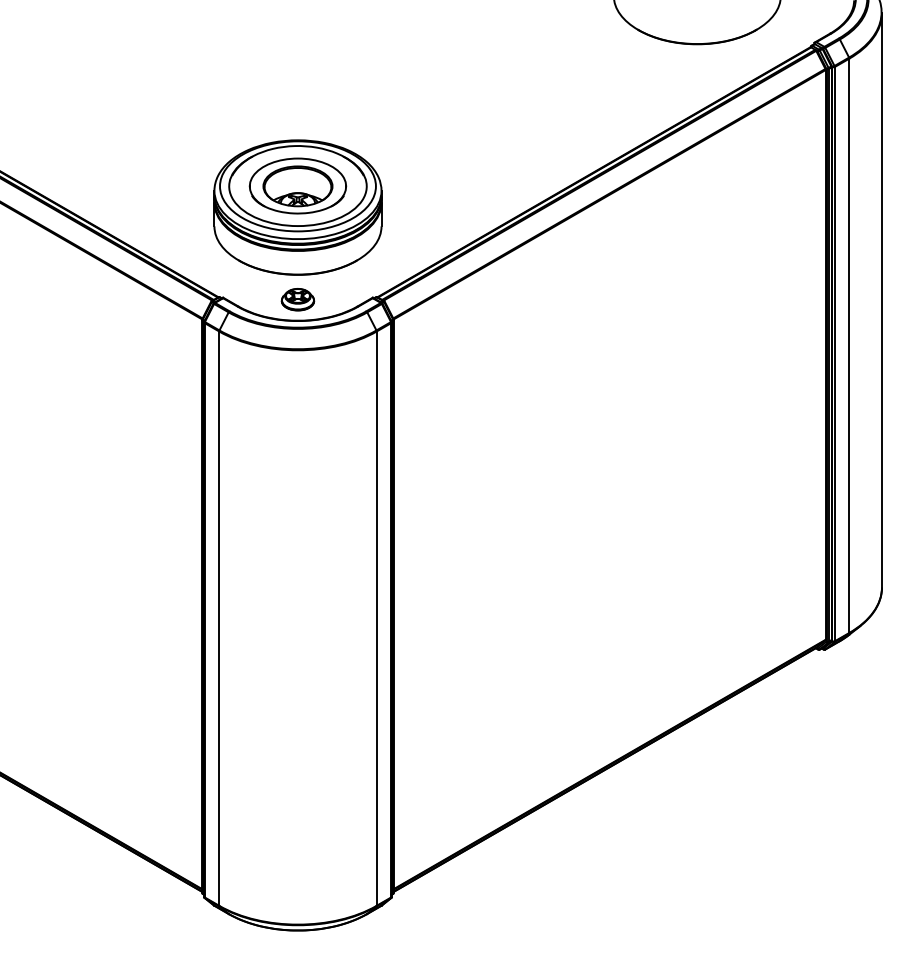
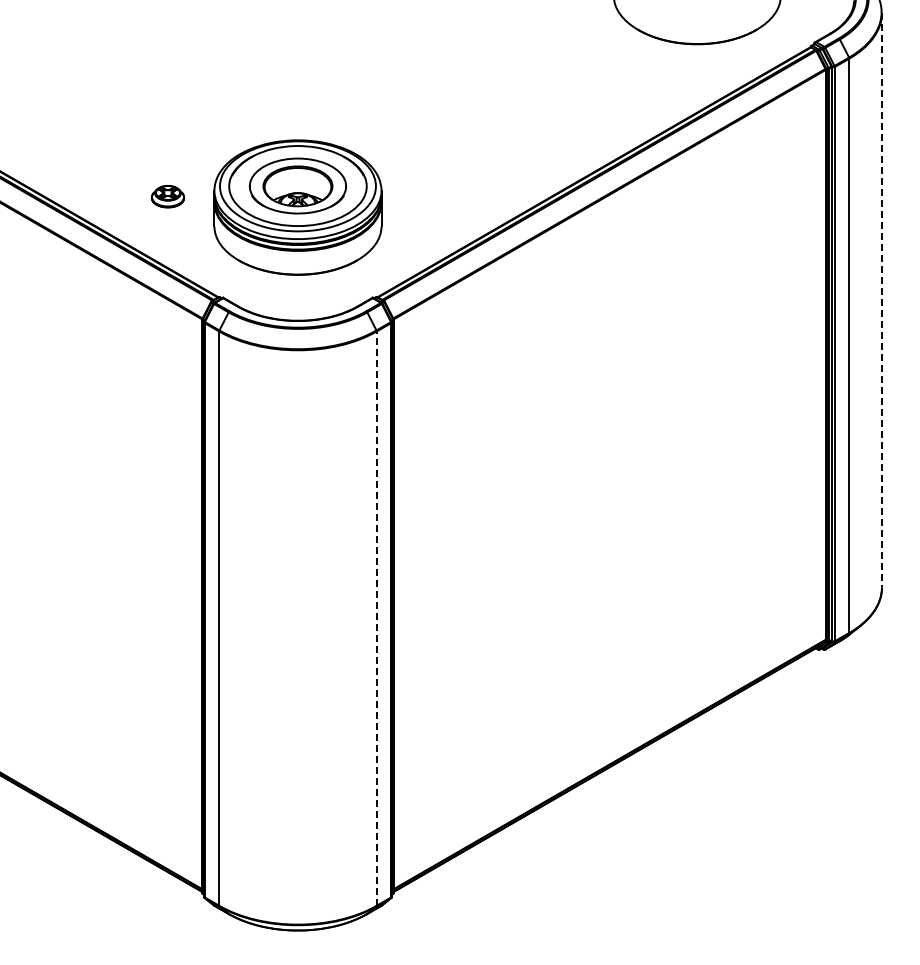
part at (297, 299) position: (297, 299) -> (167, 196)
line at (882, 300): solid -> dashed
line at (376, 618): solid -> dashed
